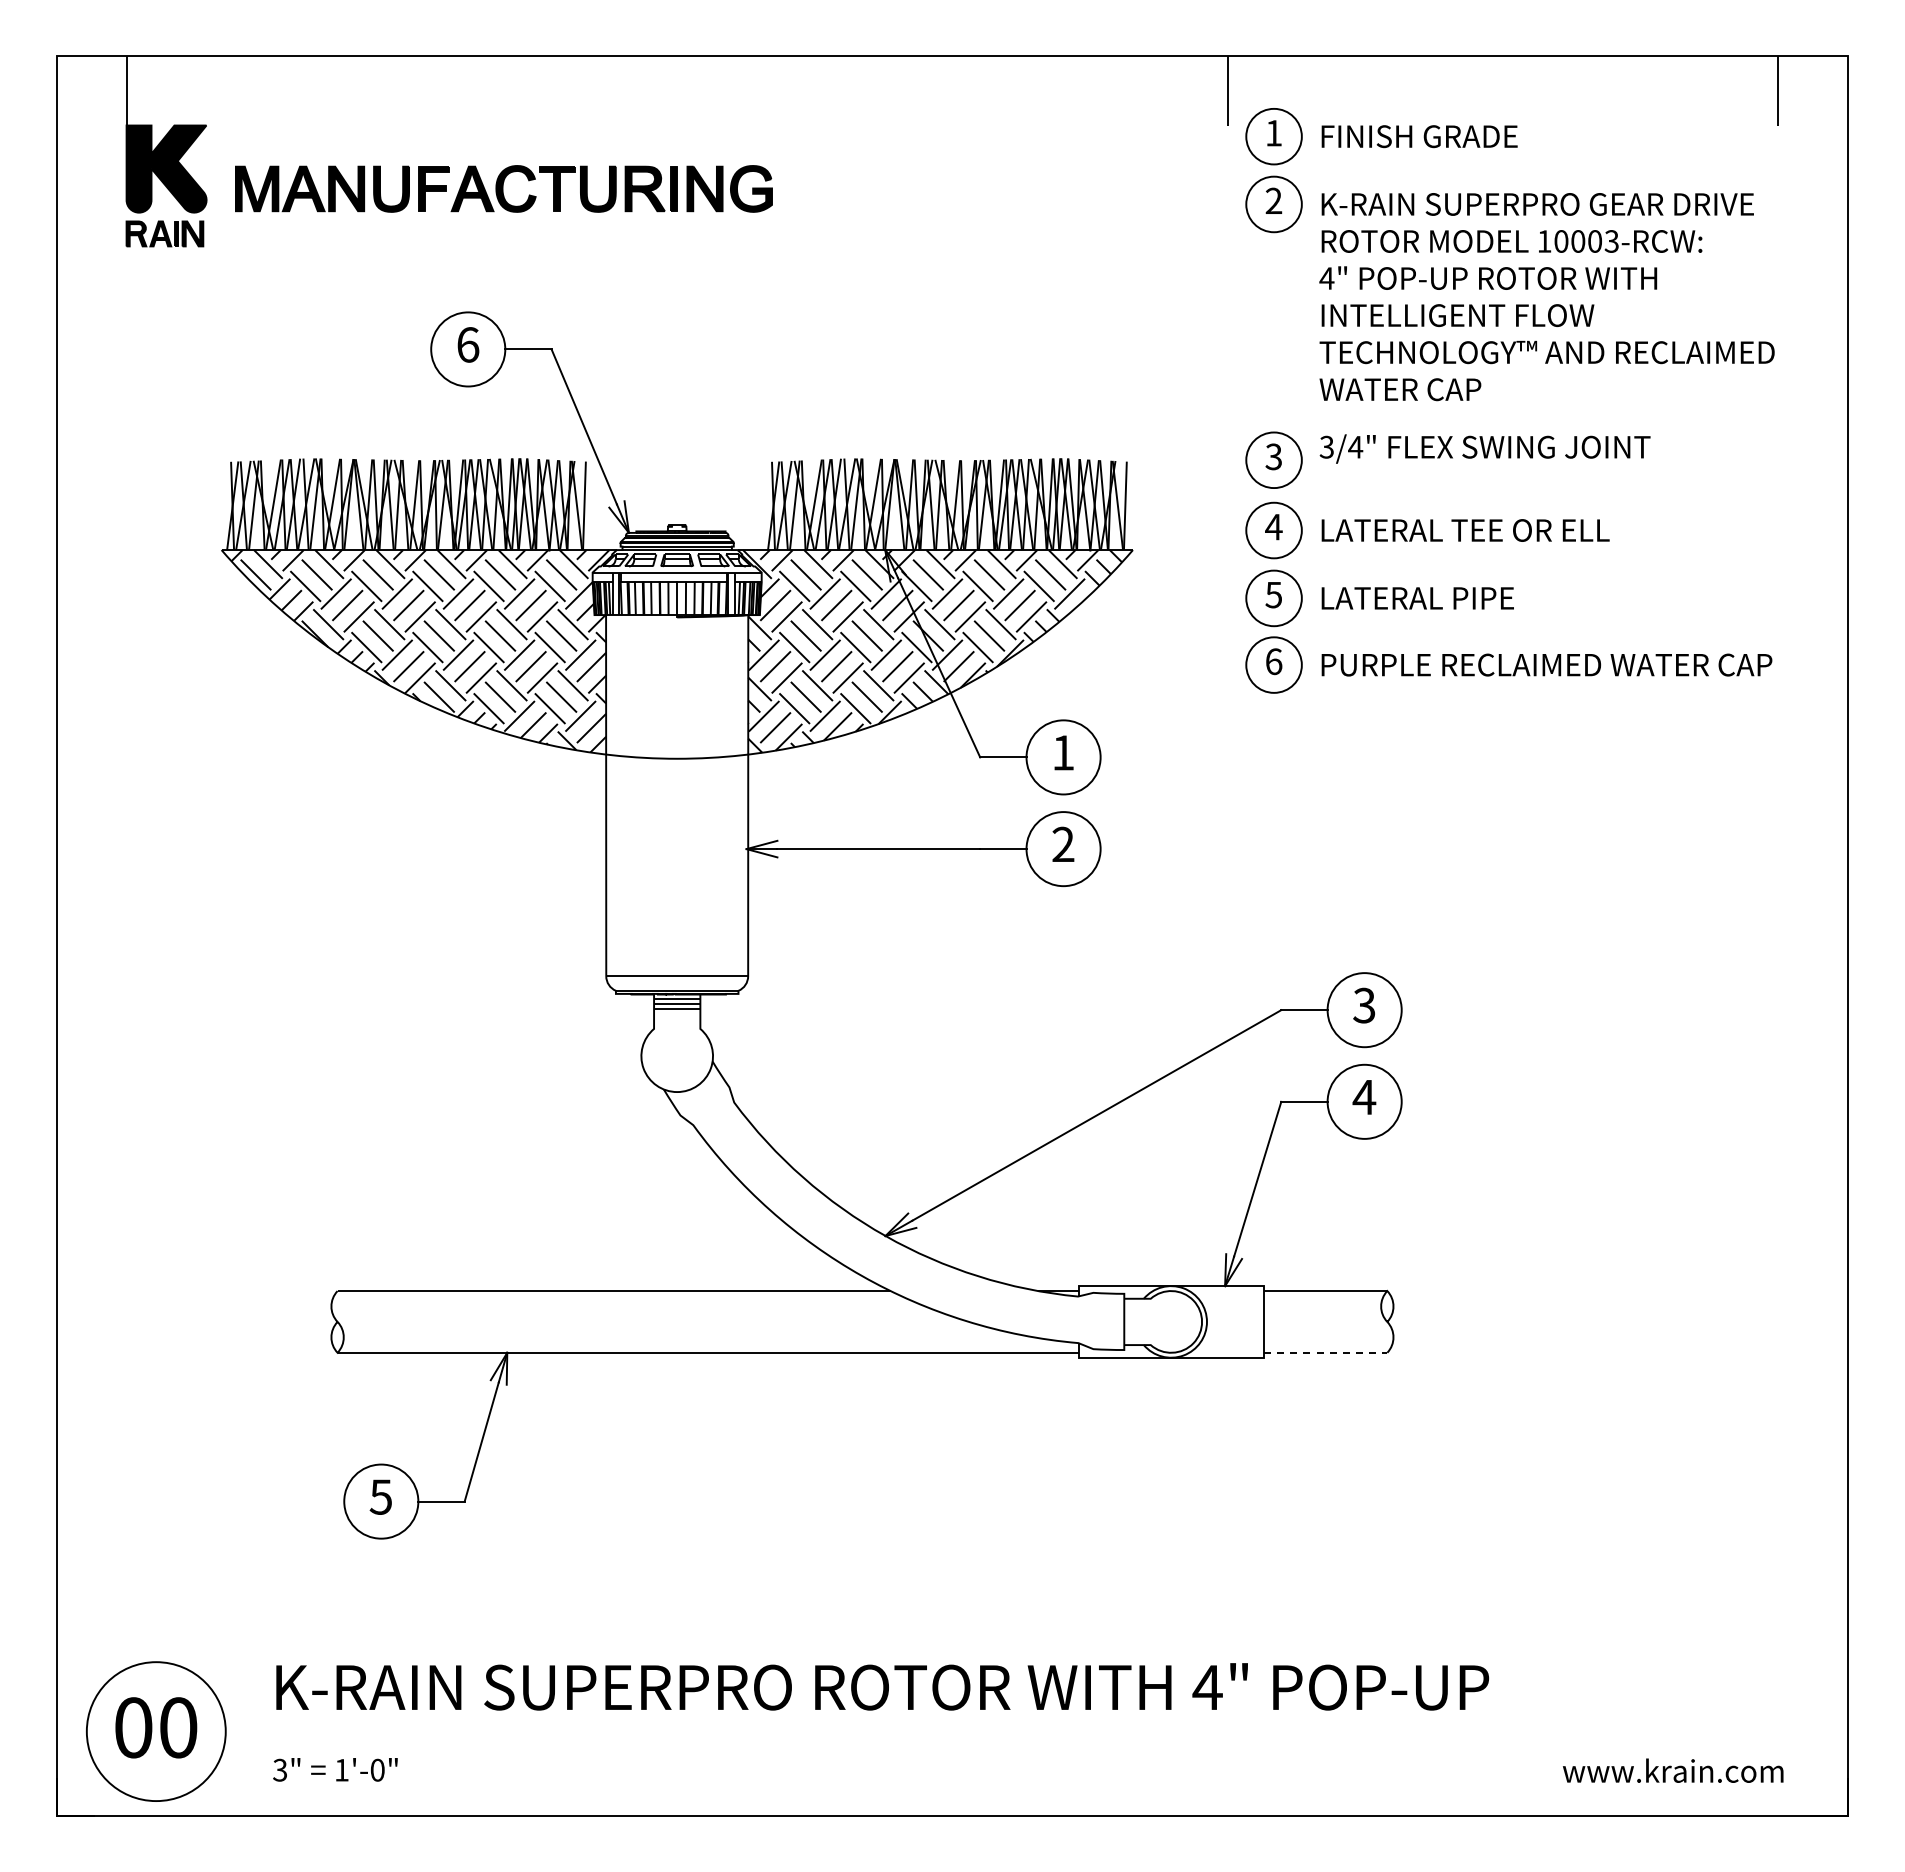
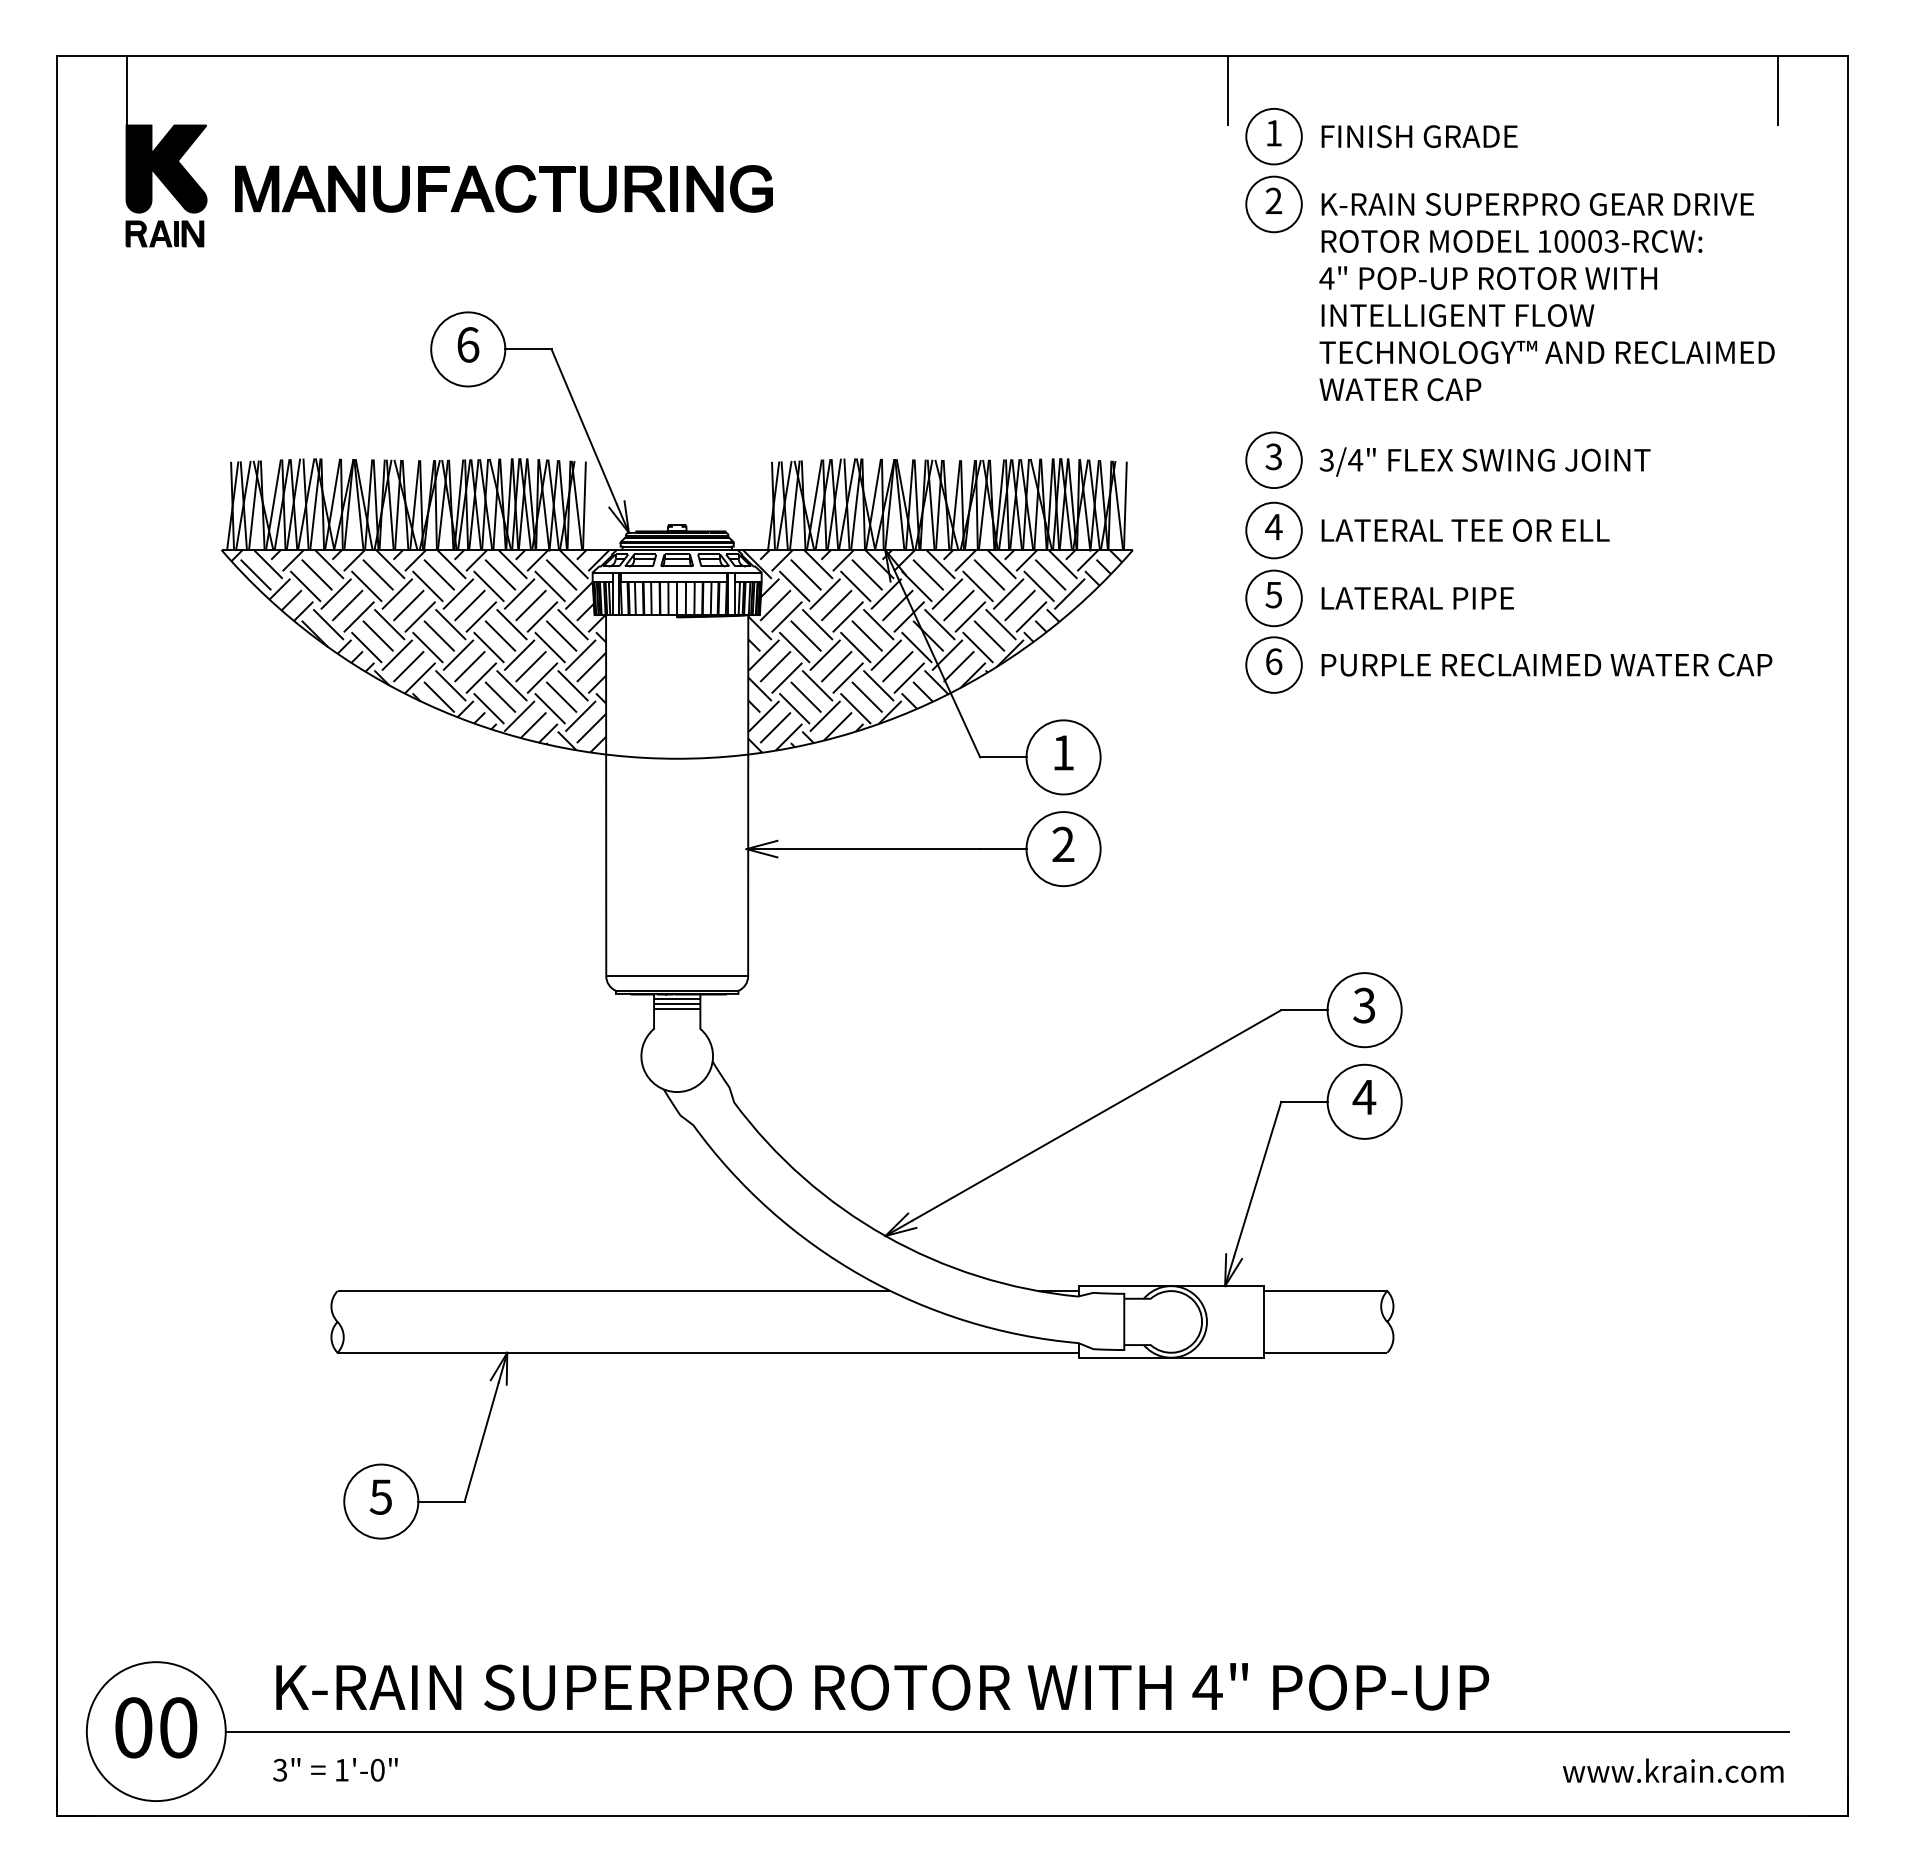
text at (1484, 448) position: (1484, 448) -> (1484, 461)
line at (1325, 1352): dashed -> solid
line at (1006, 1731): none -> present
